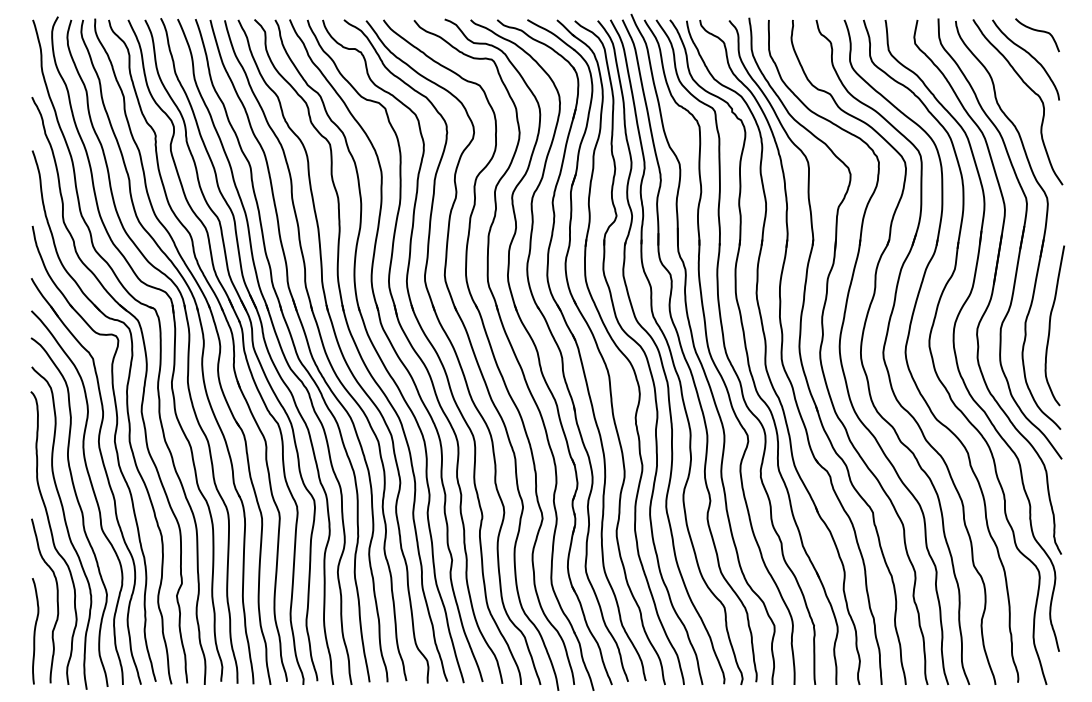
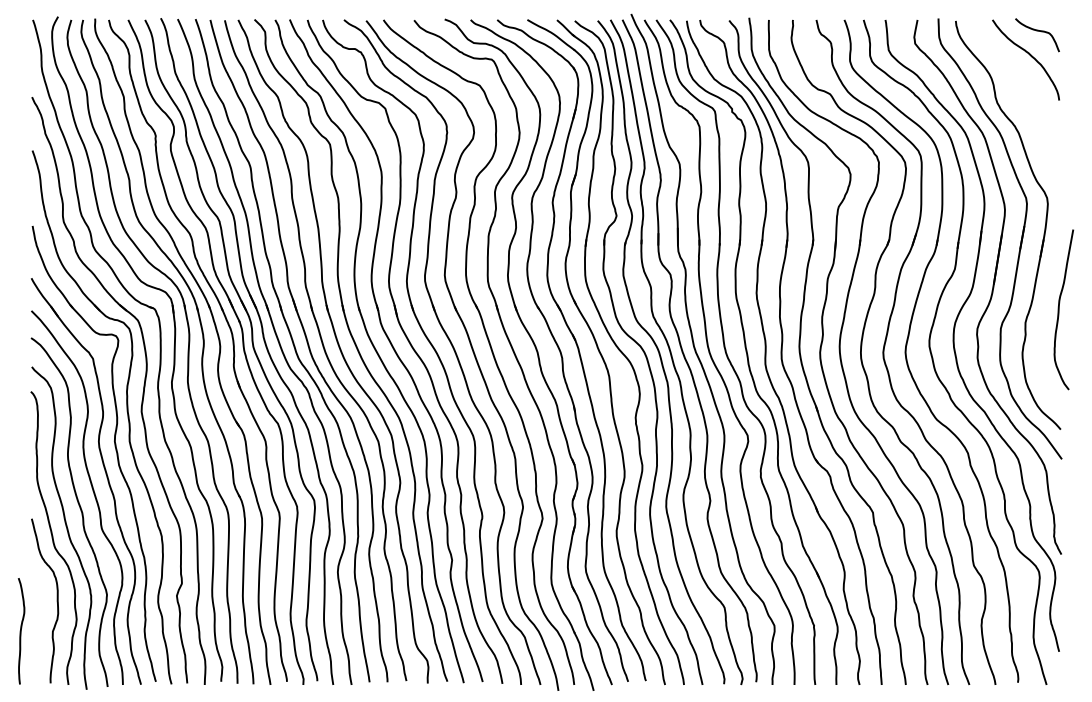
curve at (1029, 89): present -> none
curve at (1050, 325) position: (1050, 325) -> (1059, 309)
curve at (35, 631) position: (35, 631) -> (21, 631)
